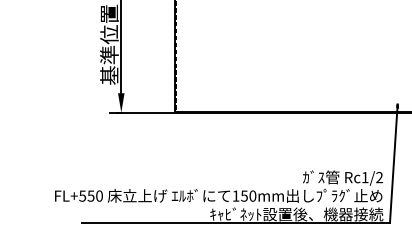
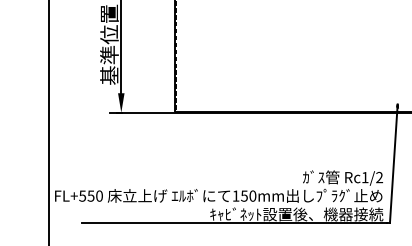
line at (49, 122): none -> present
